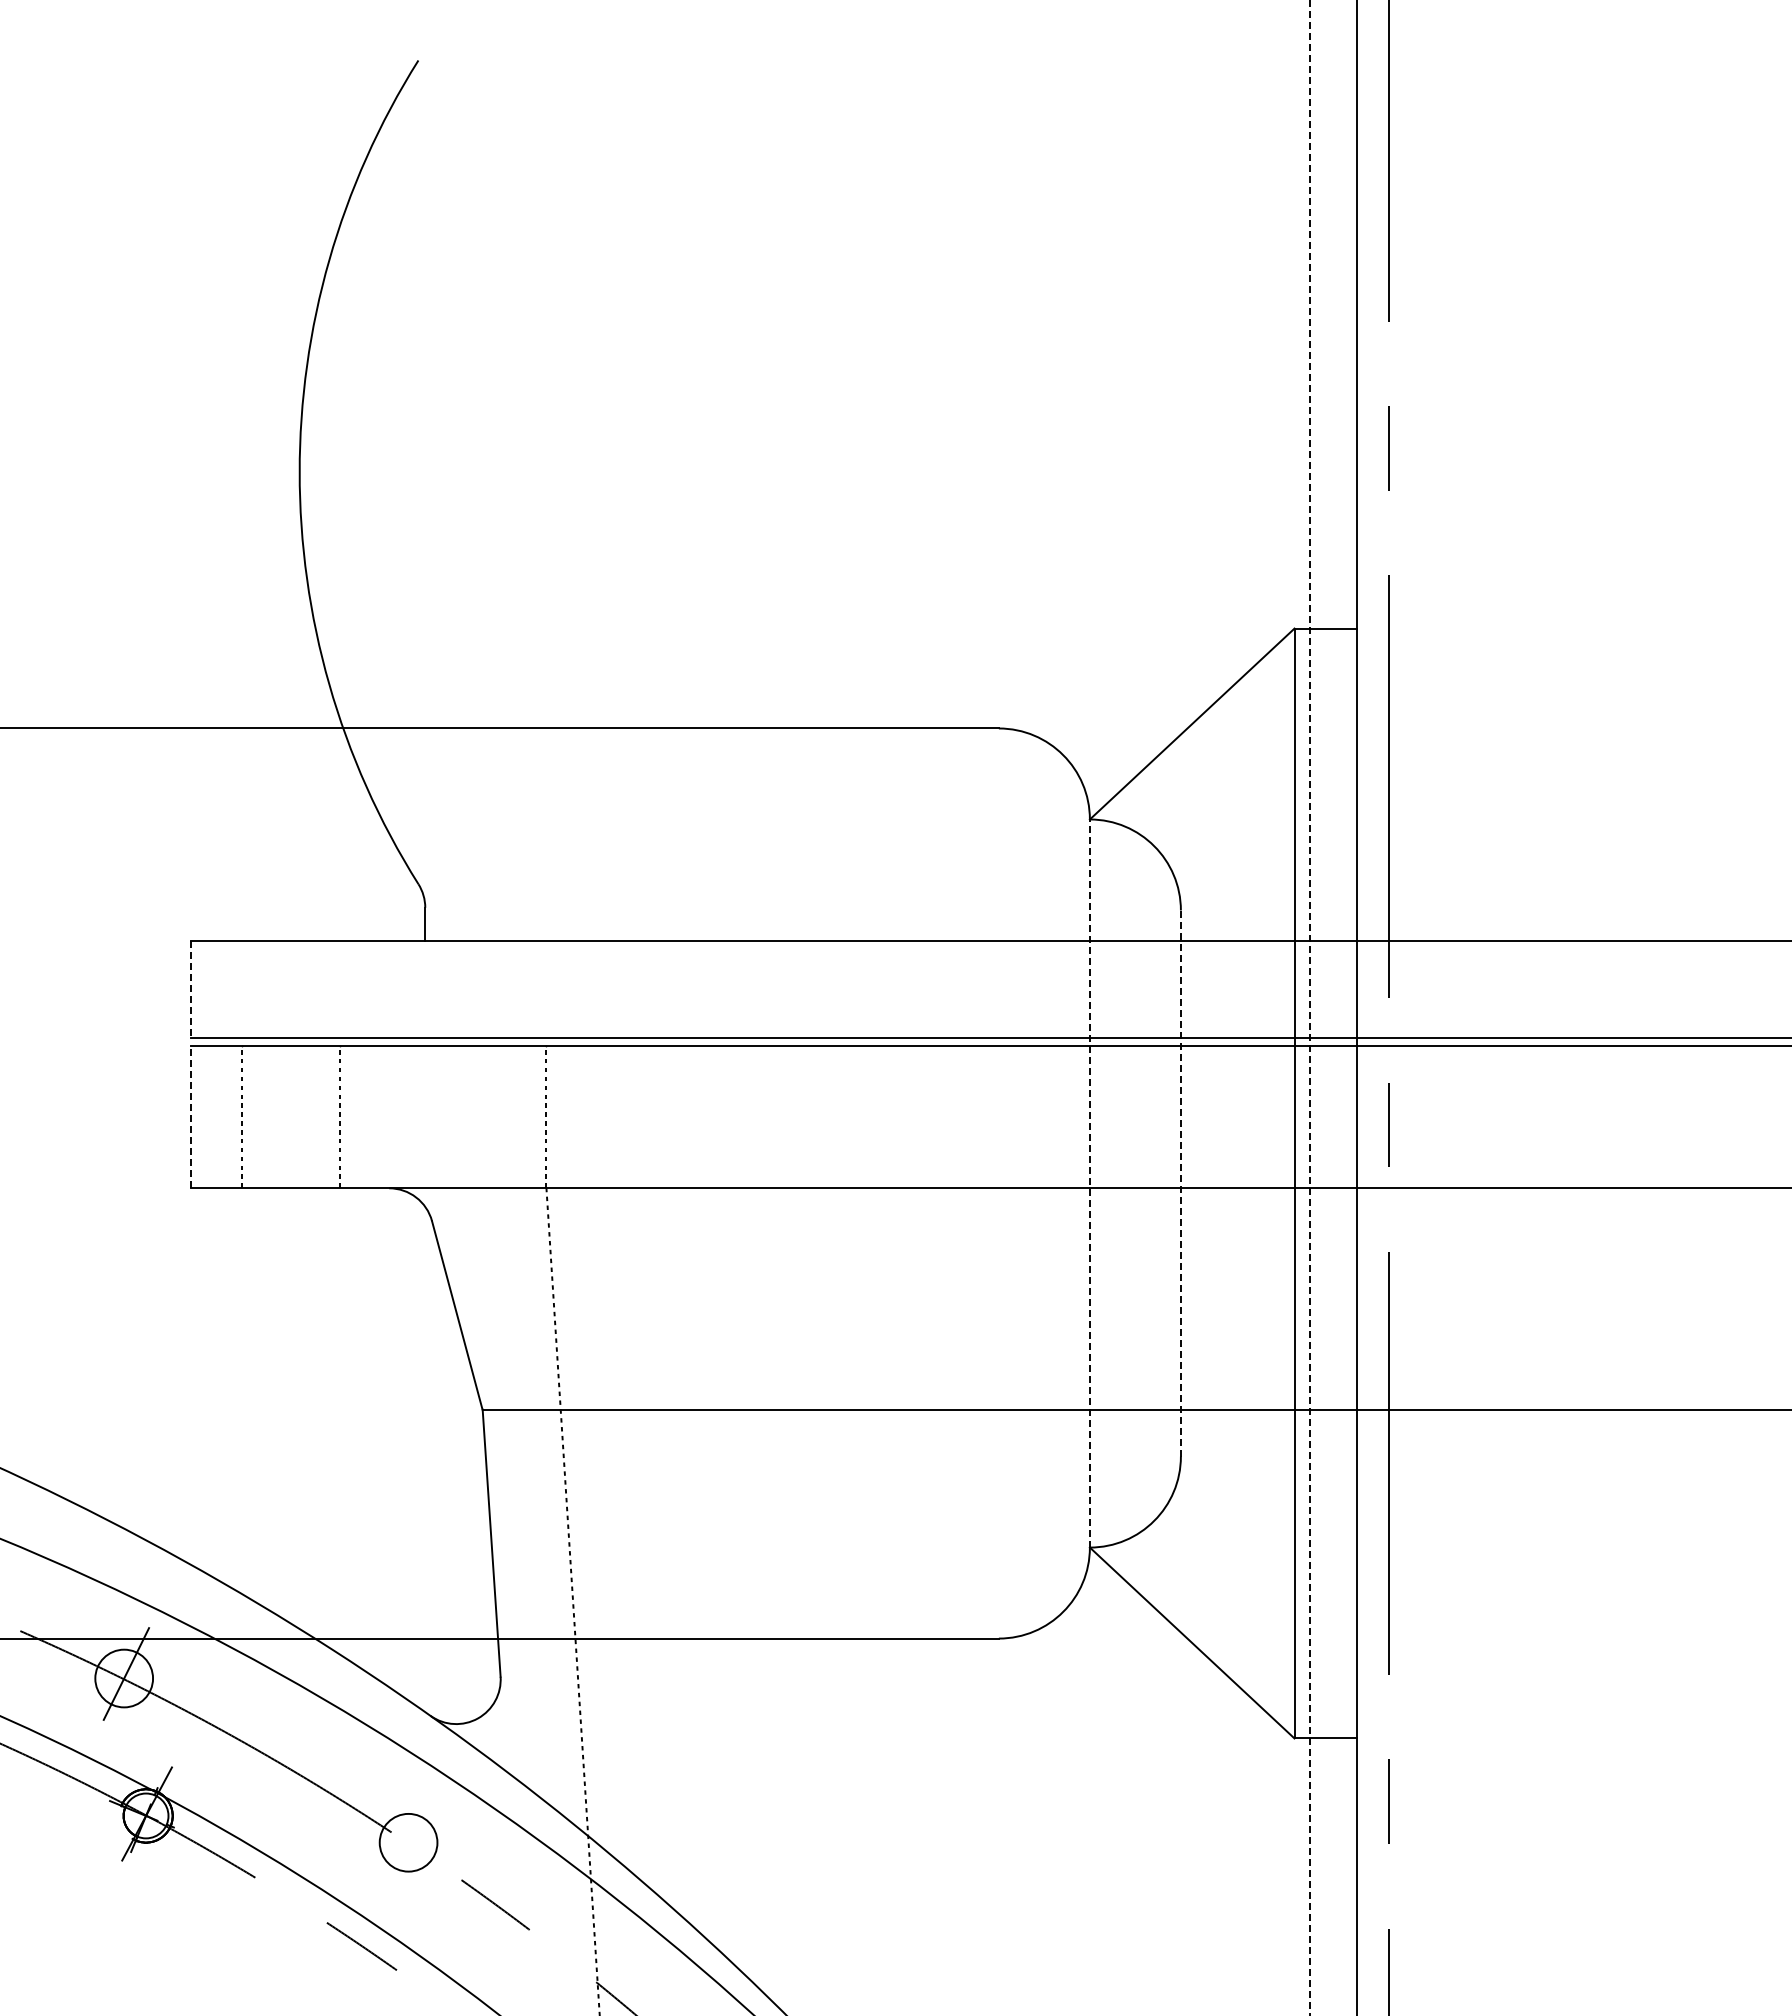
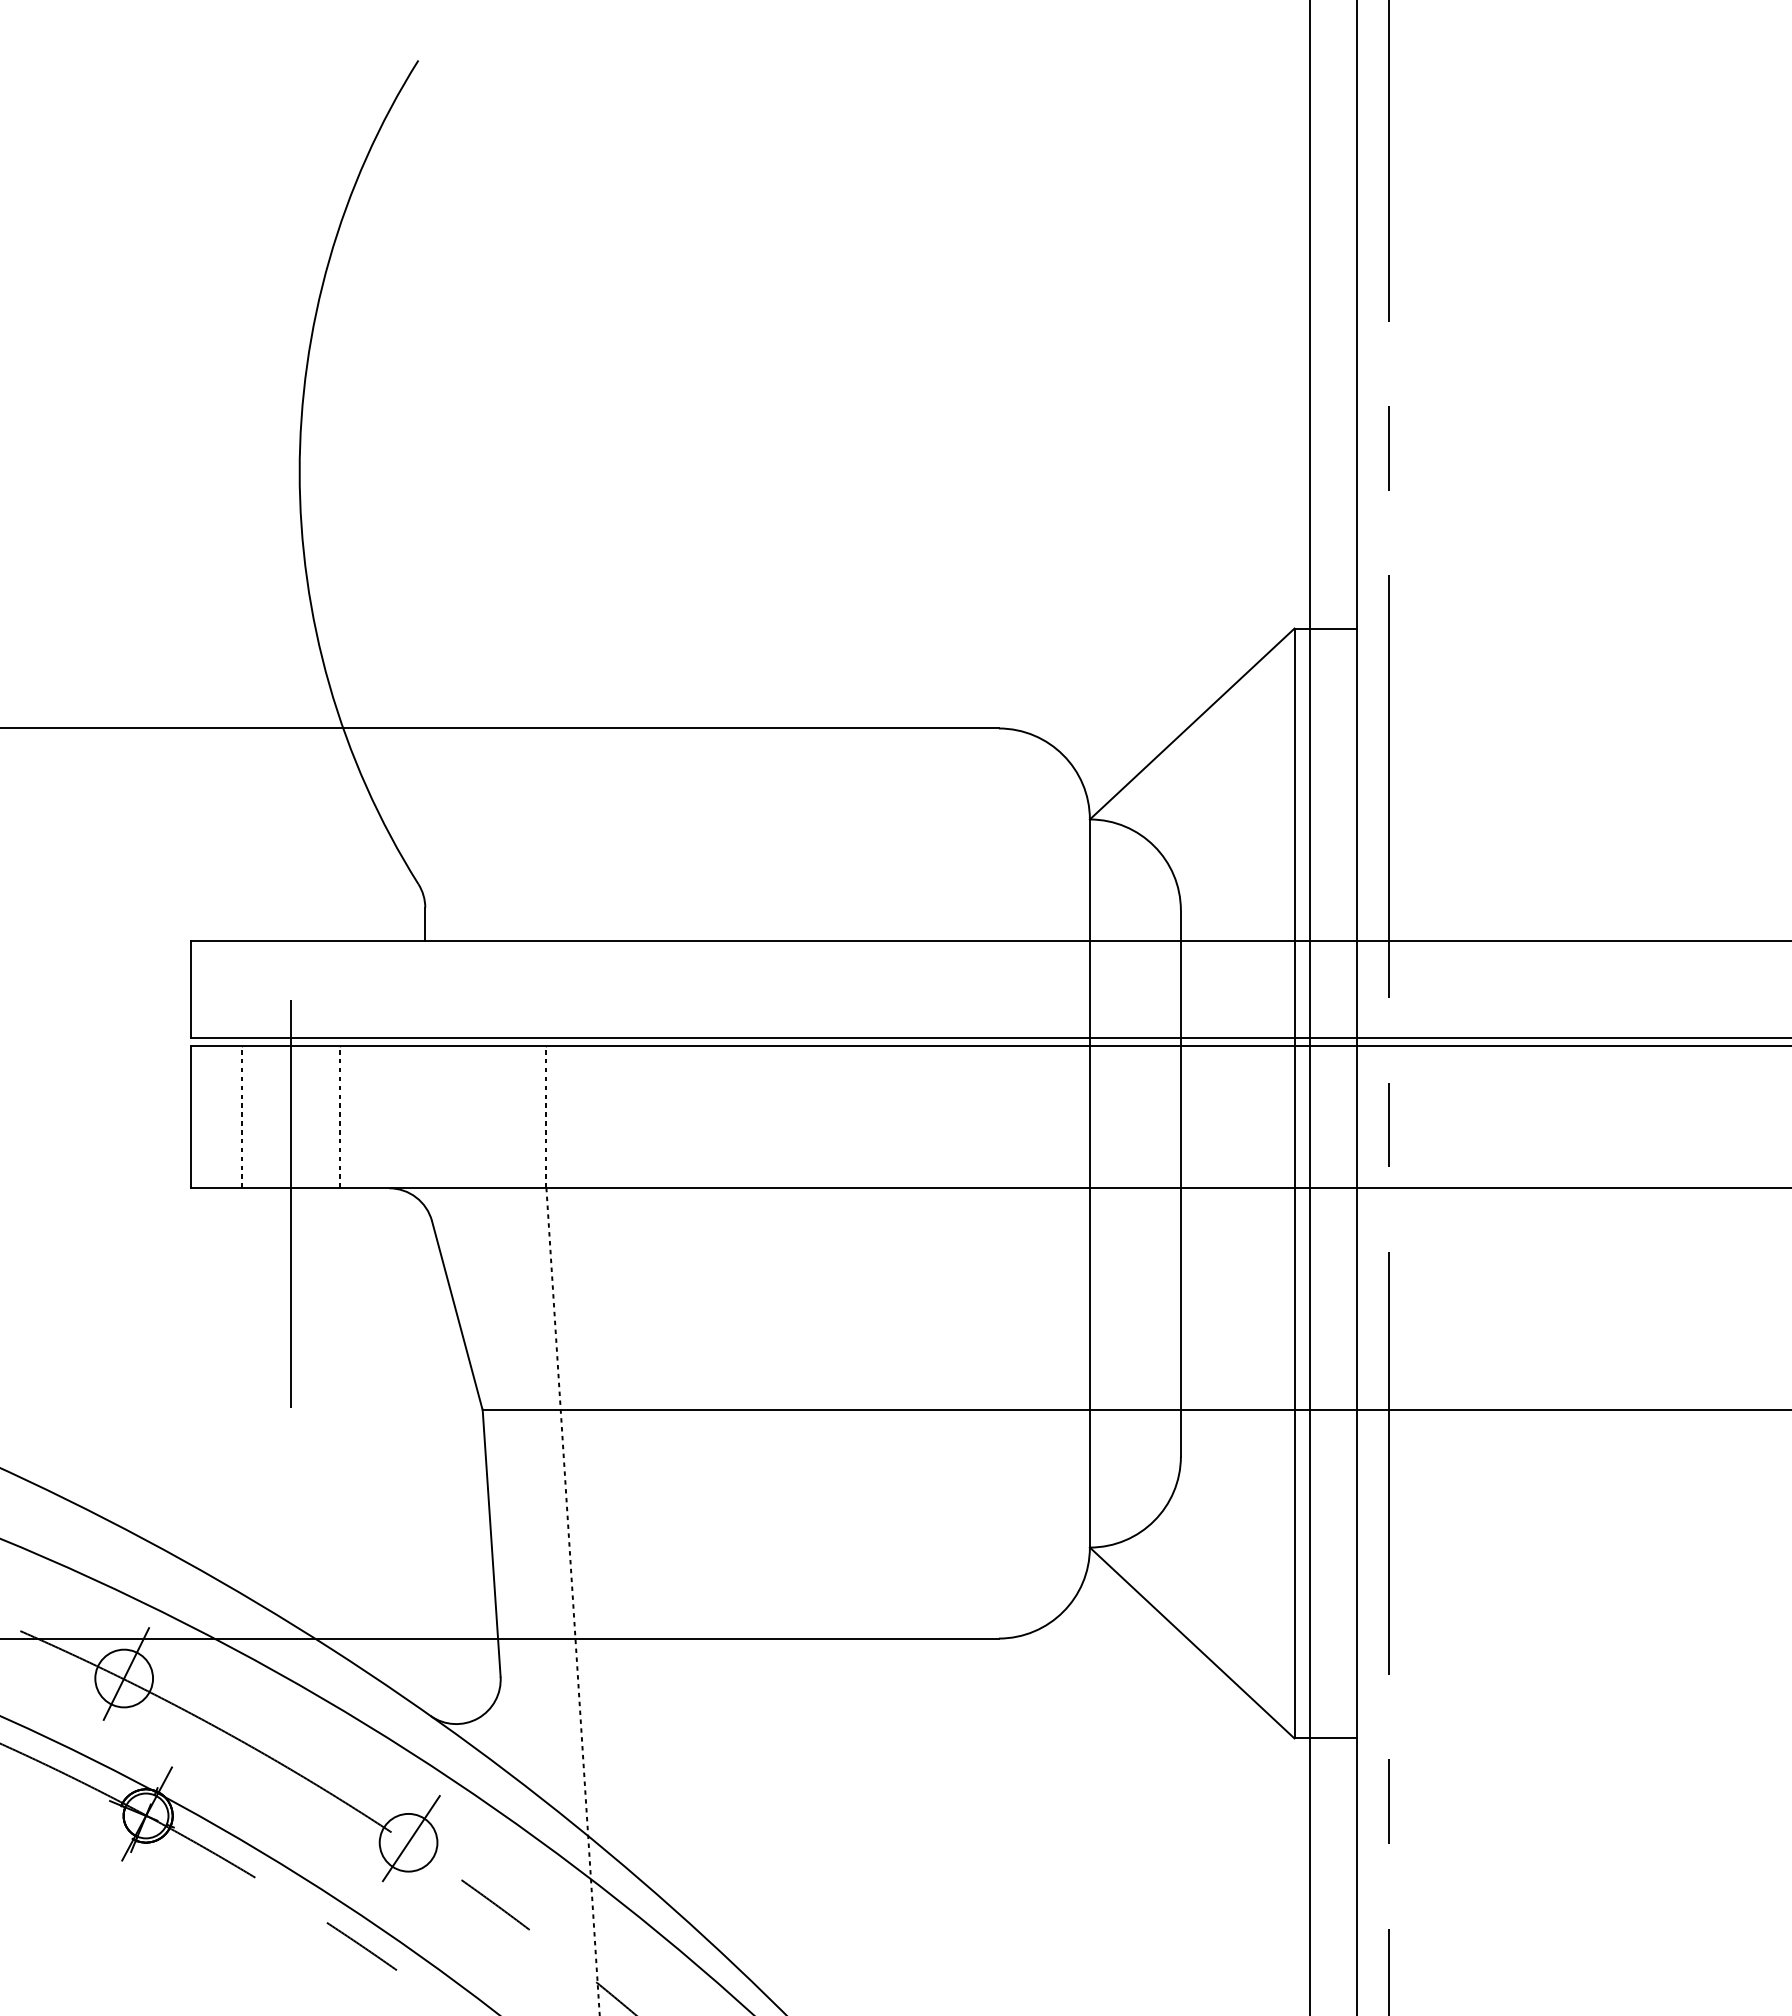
line at (191, 989): dashed -> solid
line at (1310, 1007): dashed -> solid
line at (191, 1116): dashed -> solid
line at (1089, 1183): dashed -> solid
line at (1180, 1183): dashed -> solid
line at (291, 1204): none -> present
line at (411, 1838): none -> present
